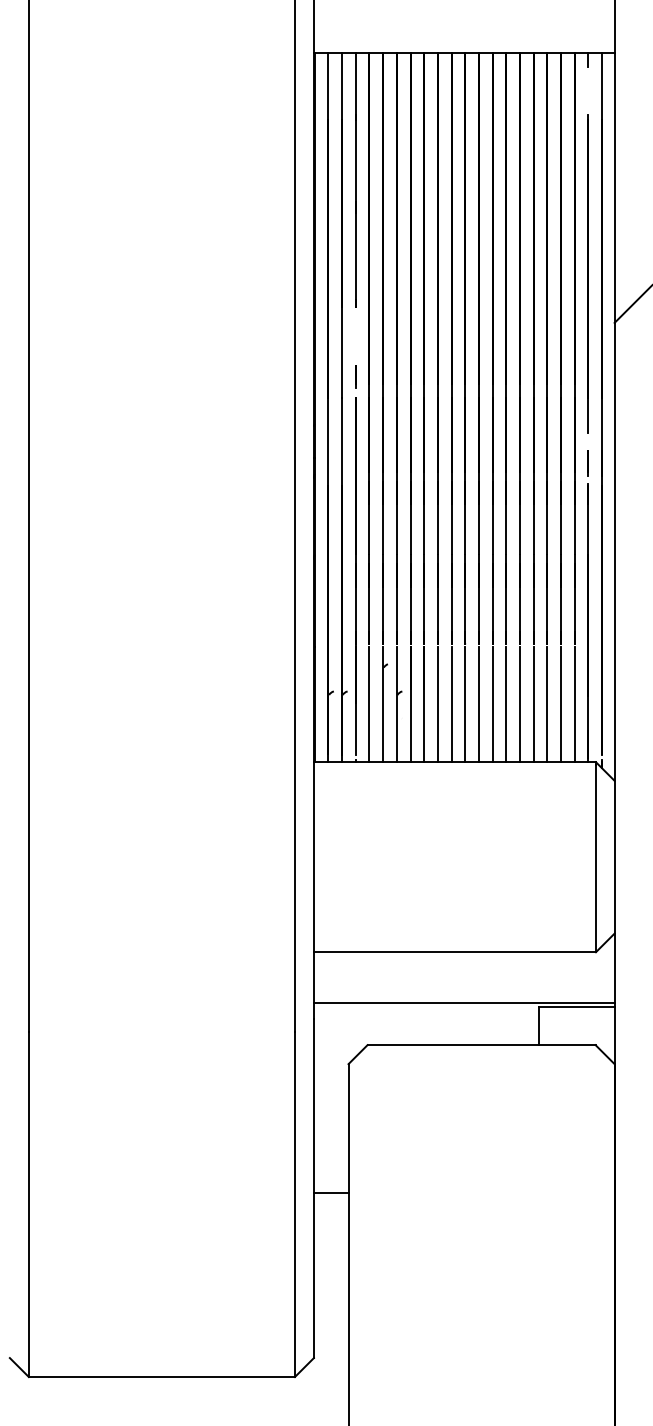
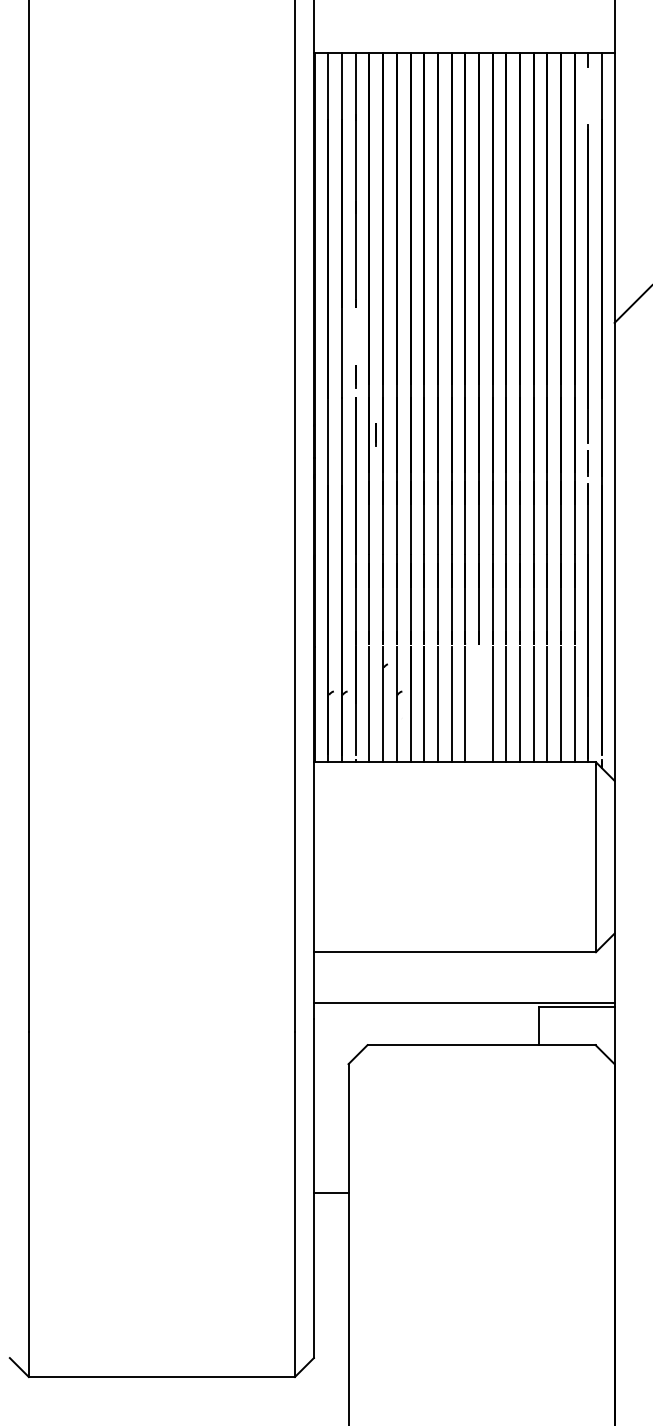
line at (587, 273) position: (587, 273) -> (587, 283)
line at (375, 434): none -> present
line at (478, 704): present -> none
